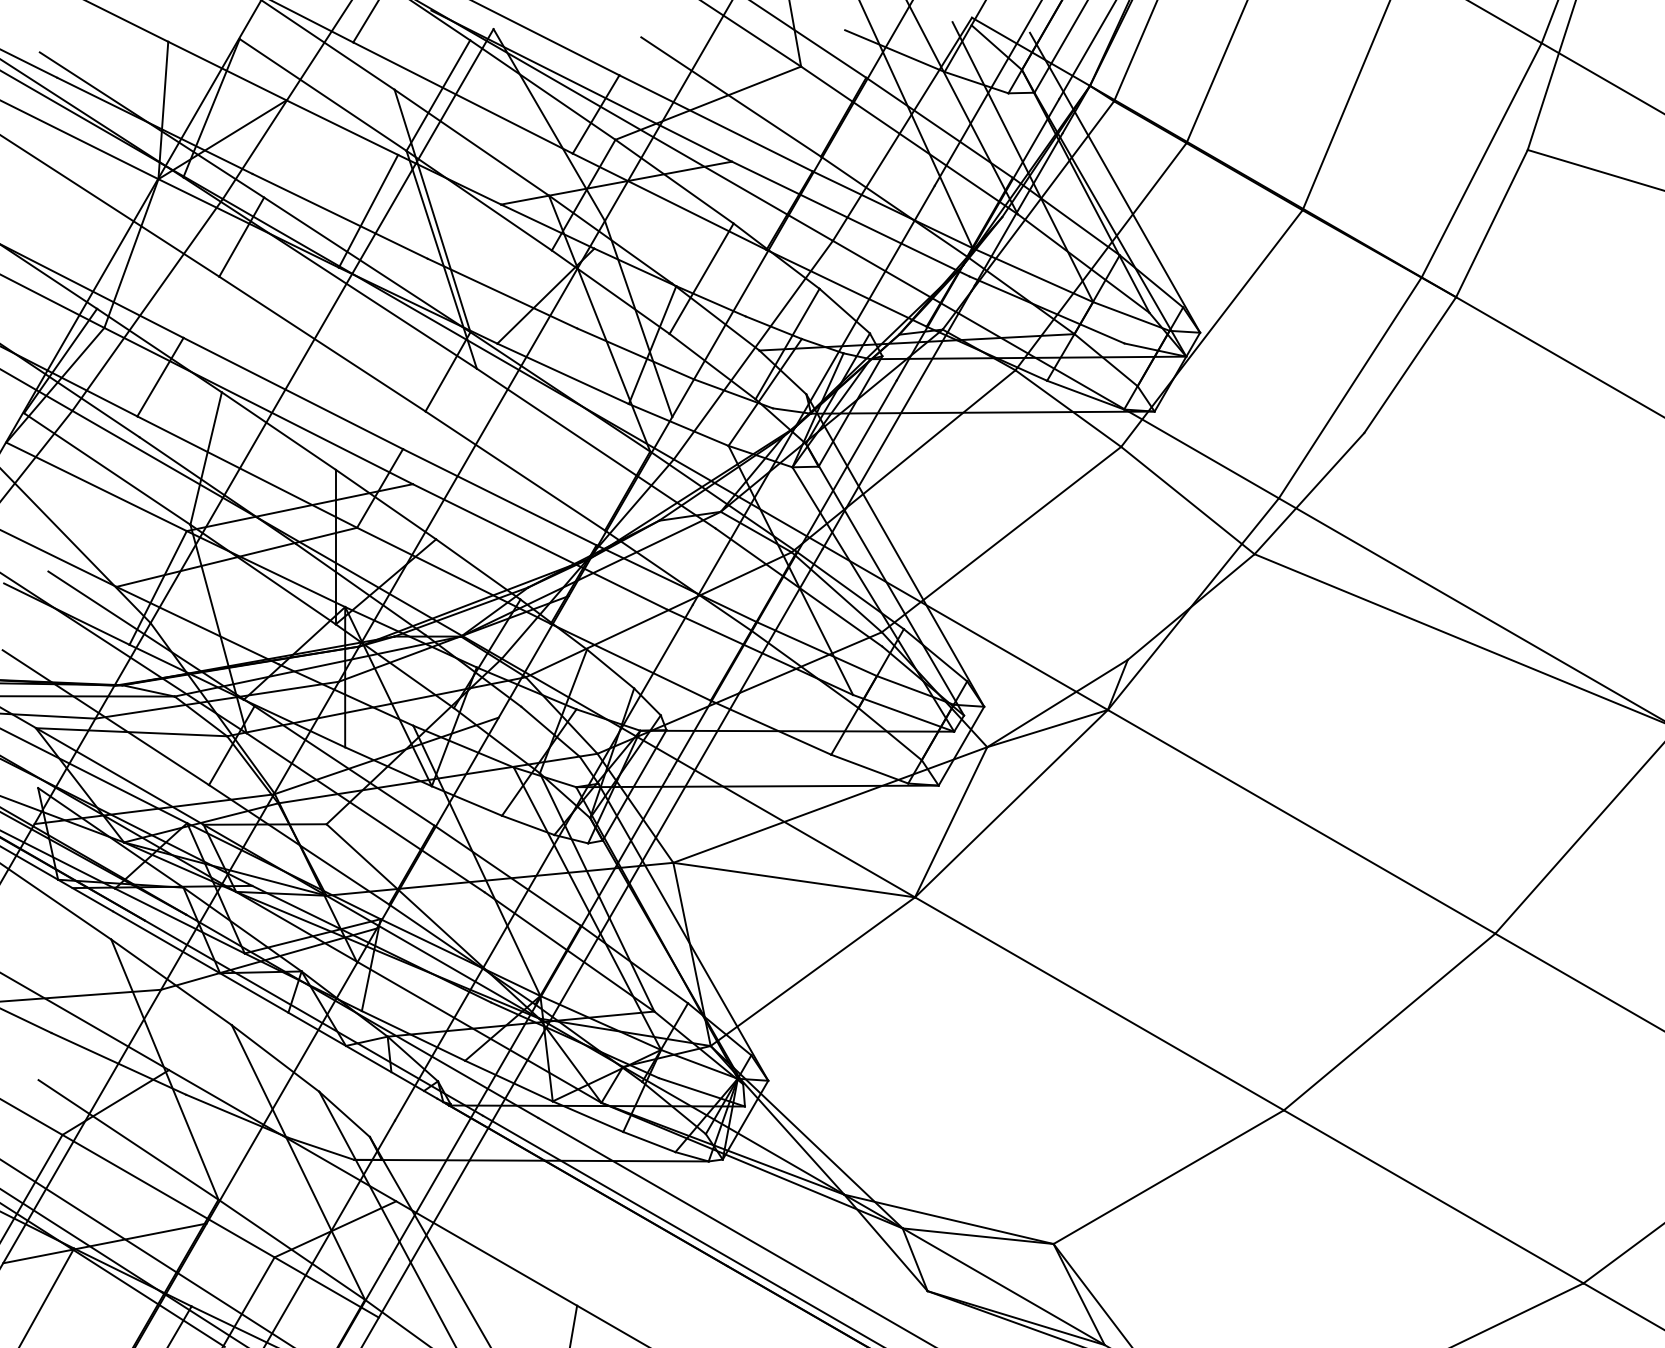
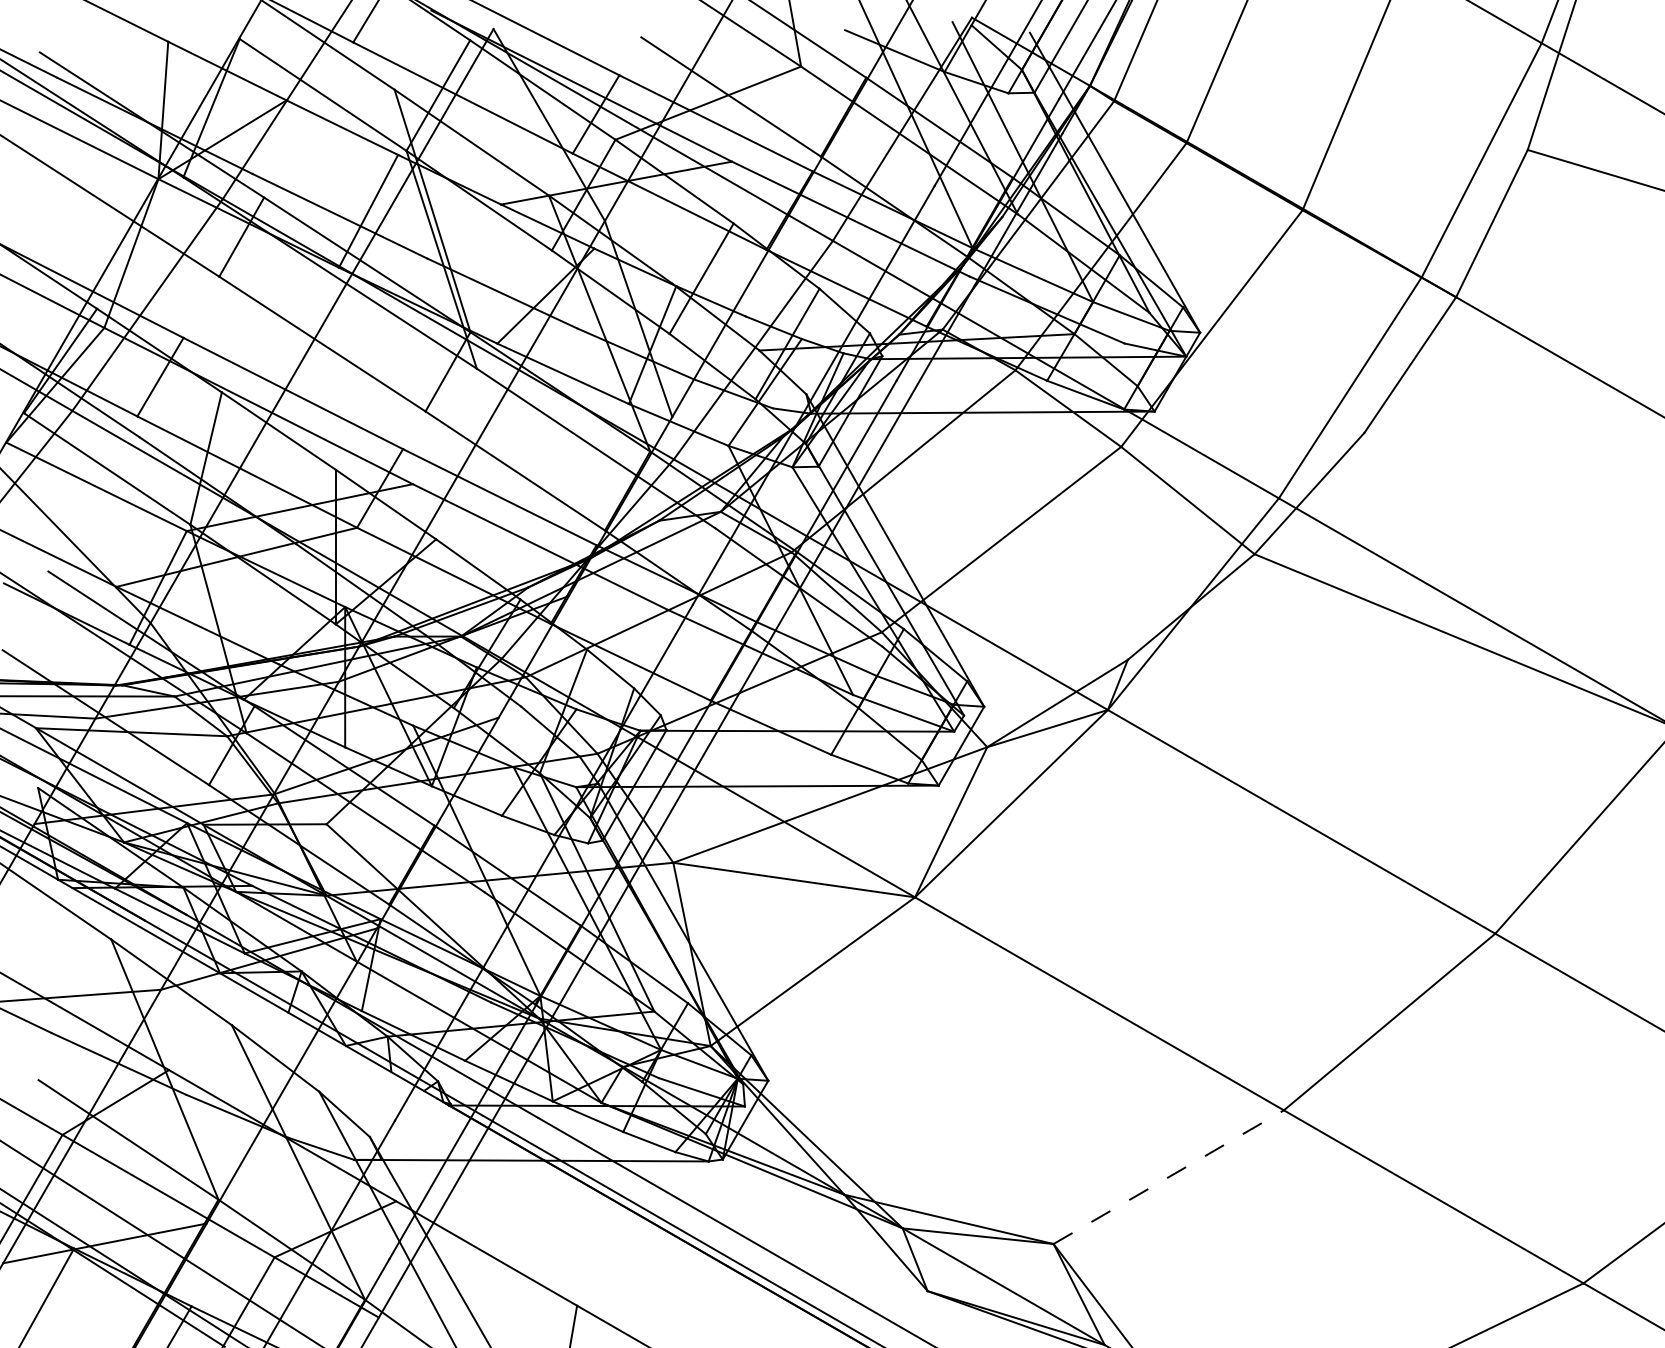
line at (1169, 1176): solid -> dashed
line at (145, 1252) position: (145, 1252) -> (160, 1242)
